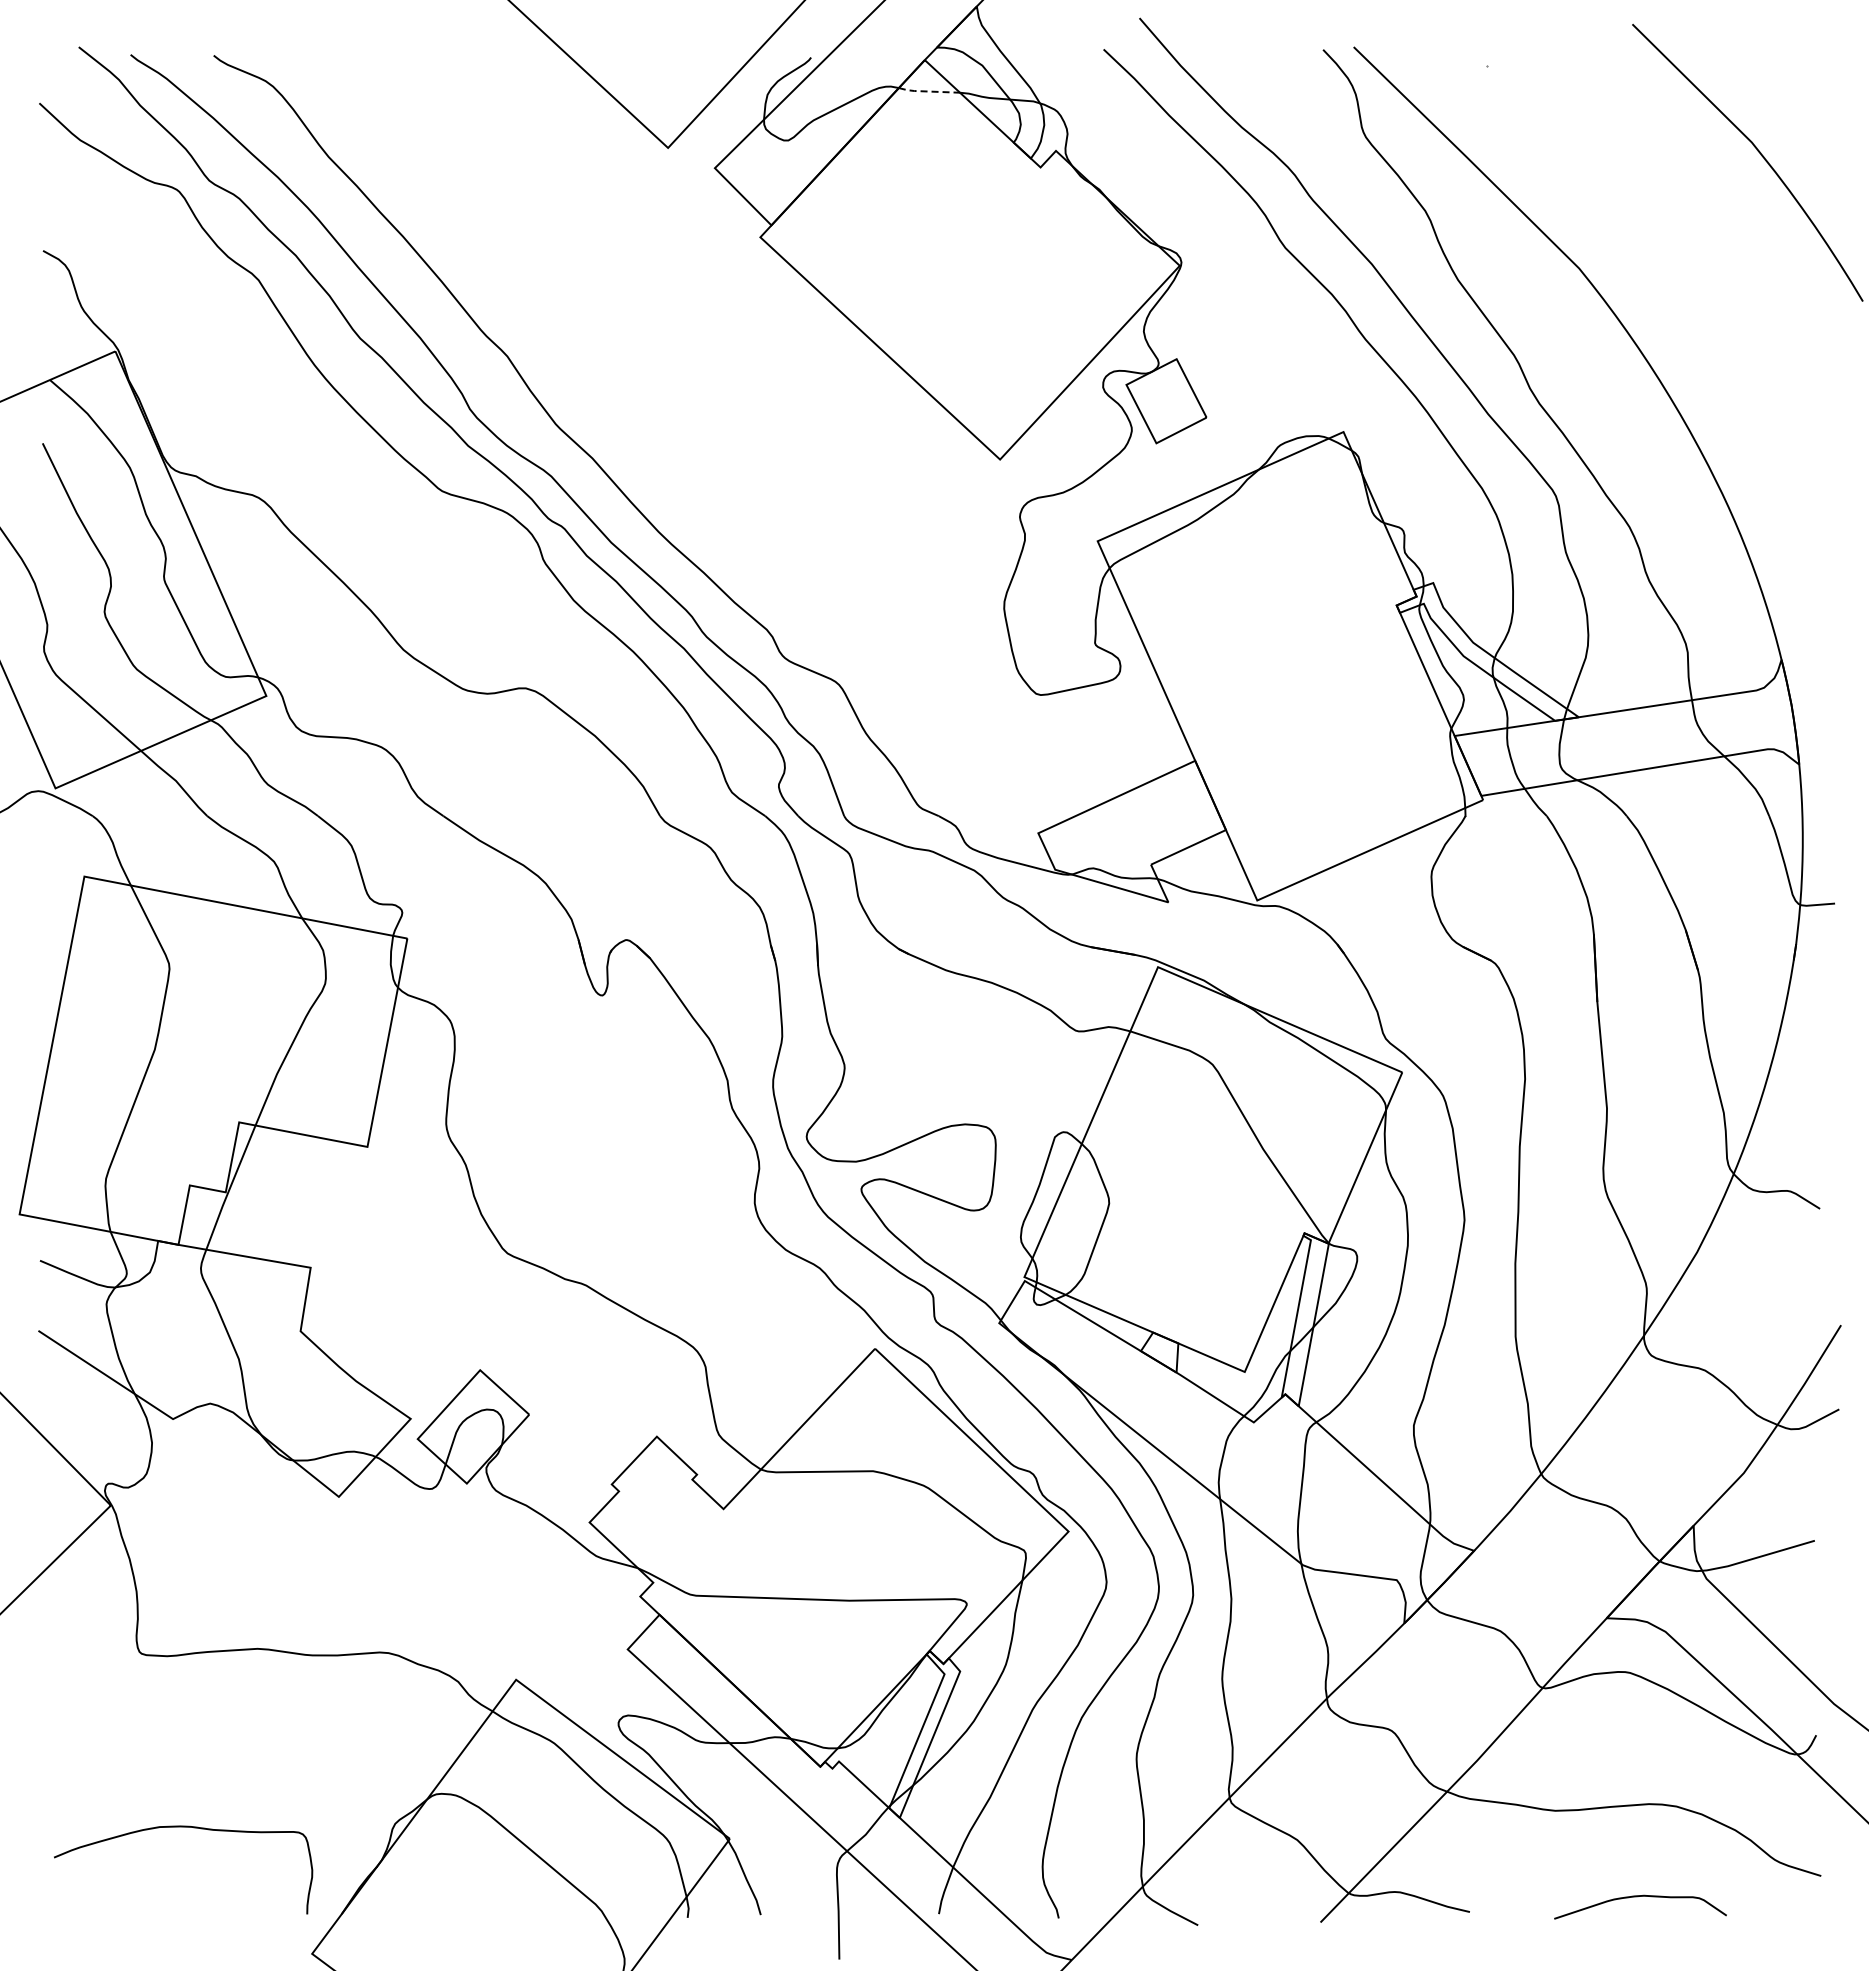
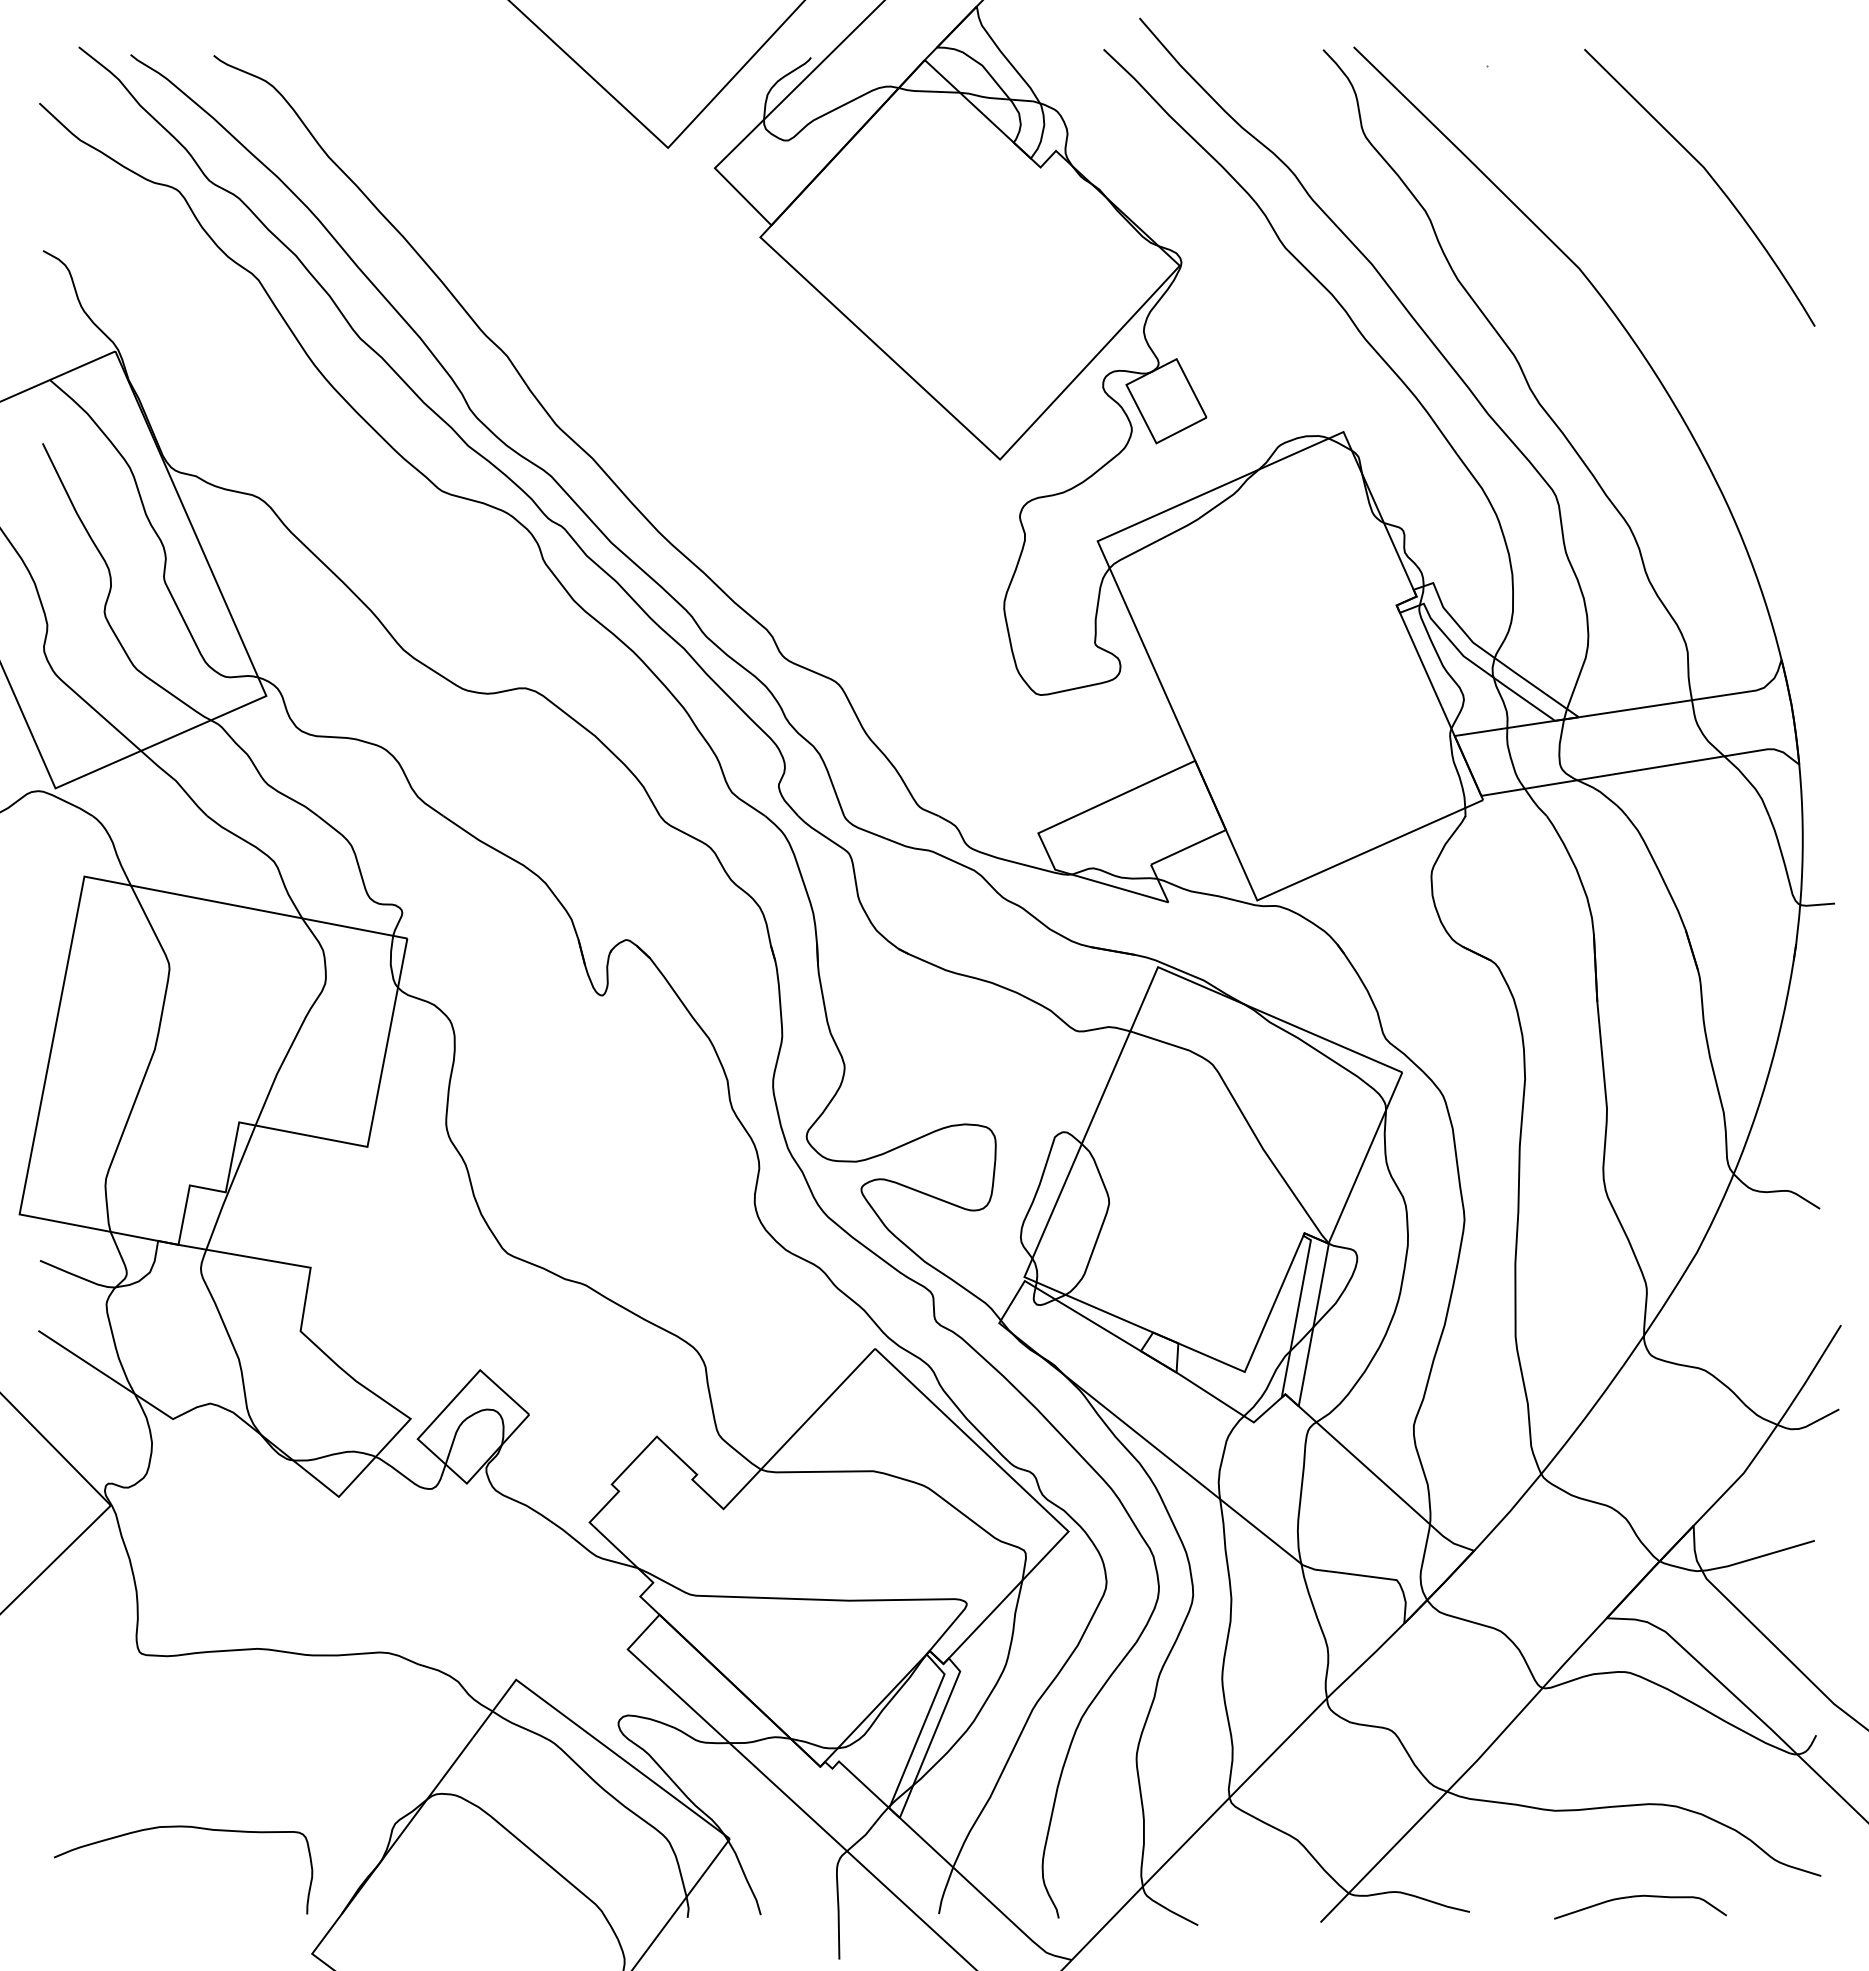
line at (928, 91): dashed -> solid
curve at (1757, 151) position: (1757, 151) -> (1709, 176)
